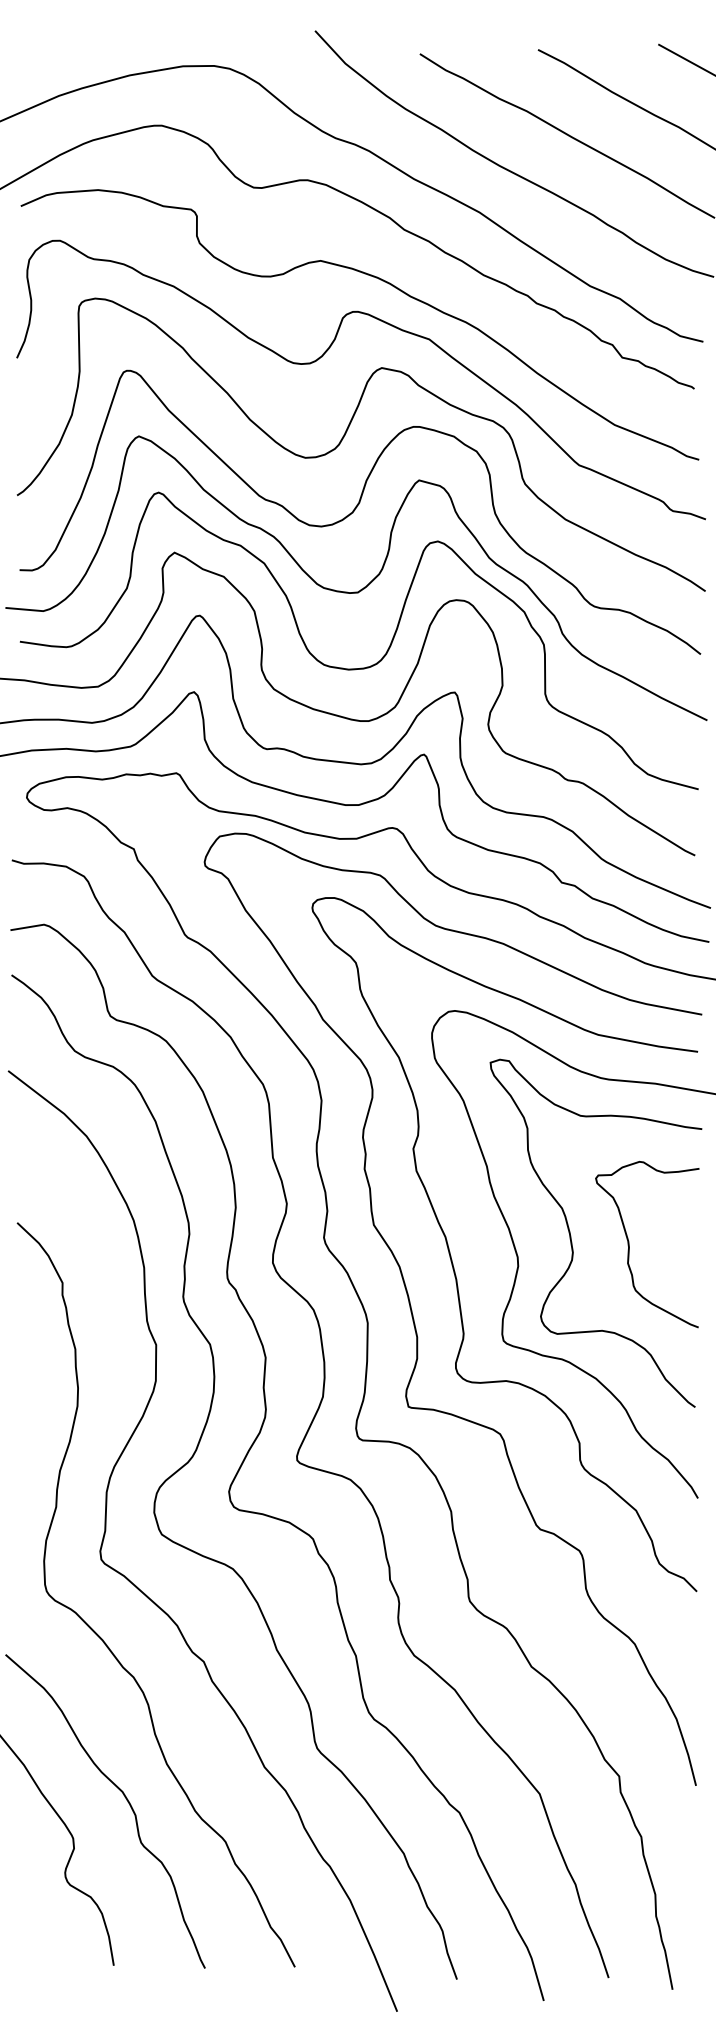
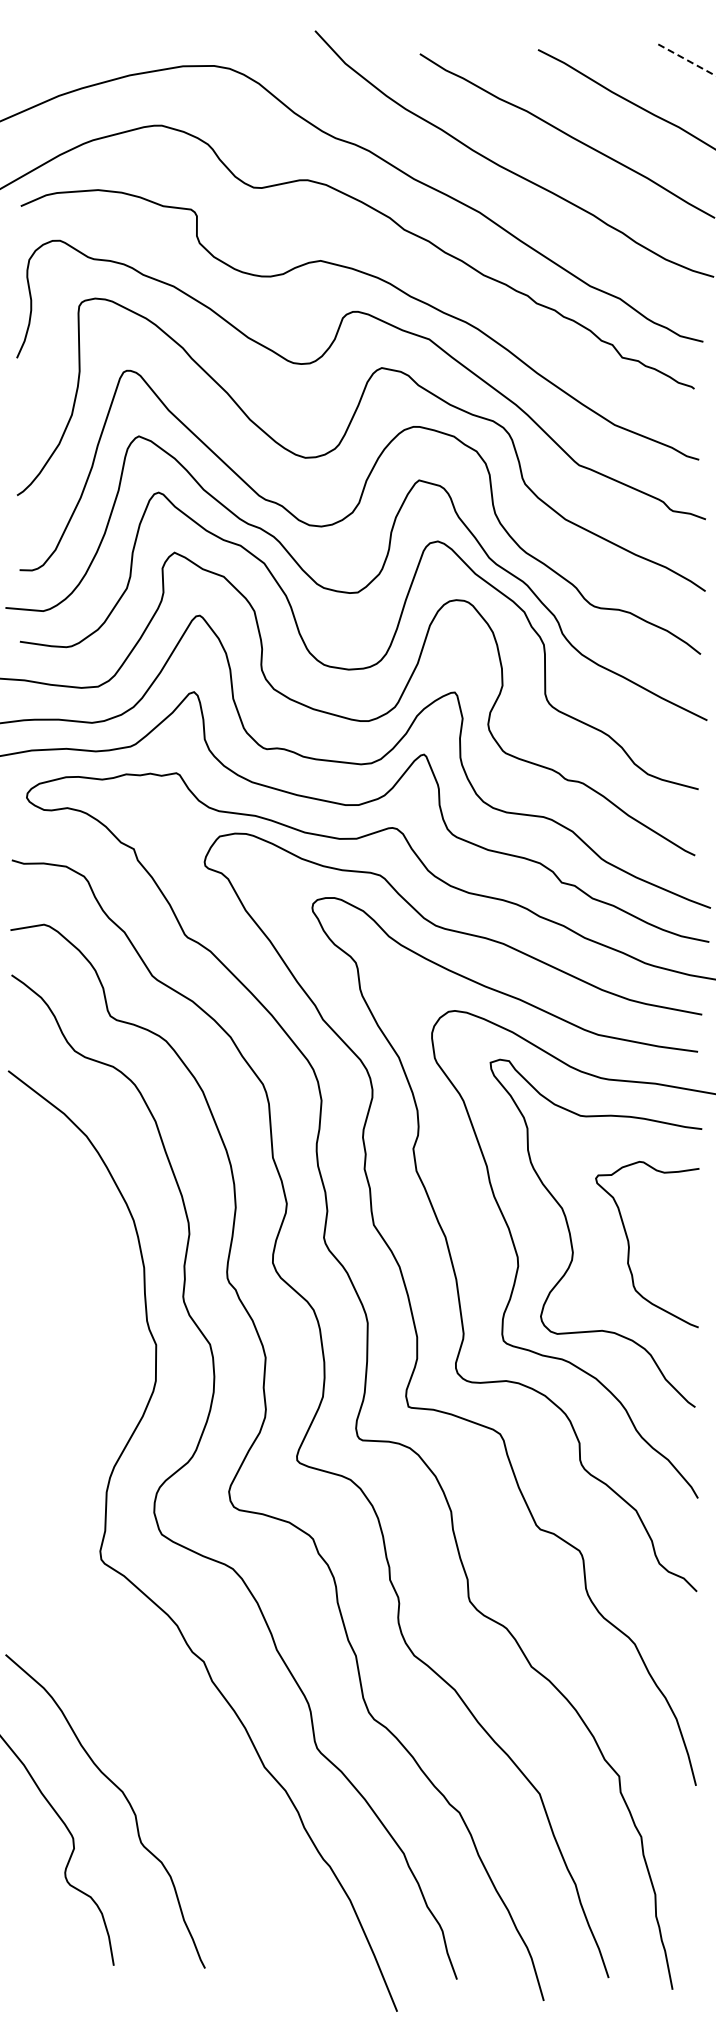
line at (687, 60): solid -> dashed
curve at (103, 1639): present -> none
